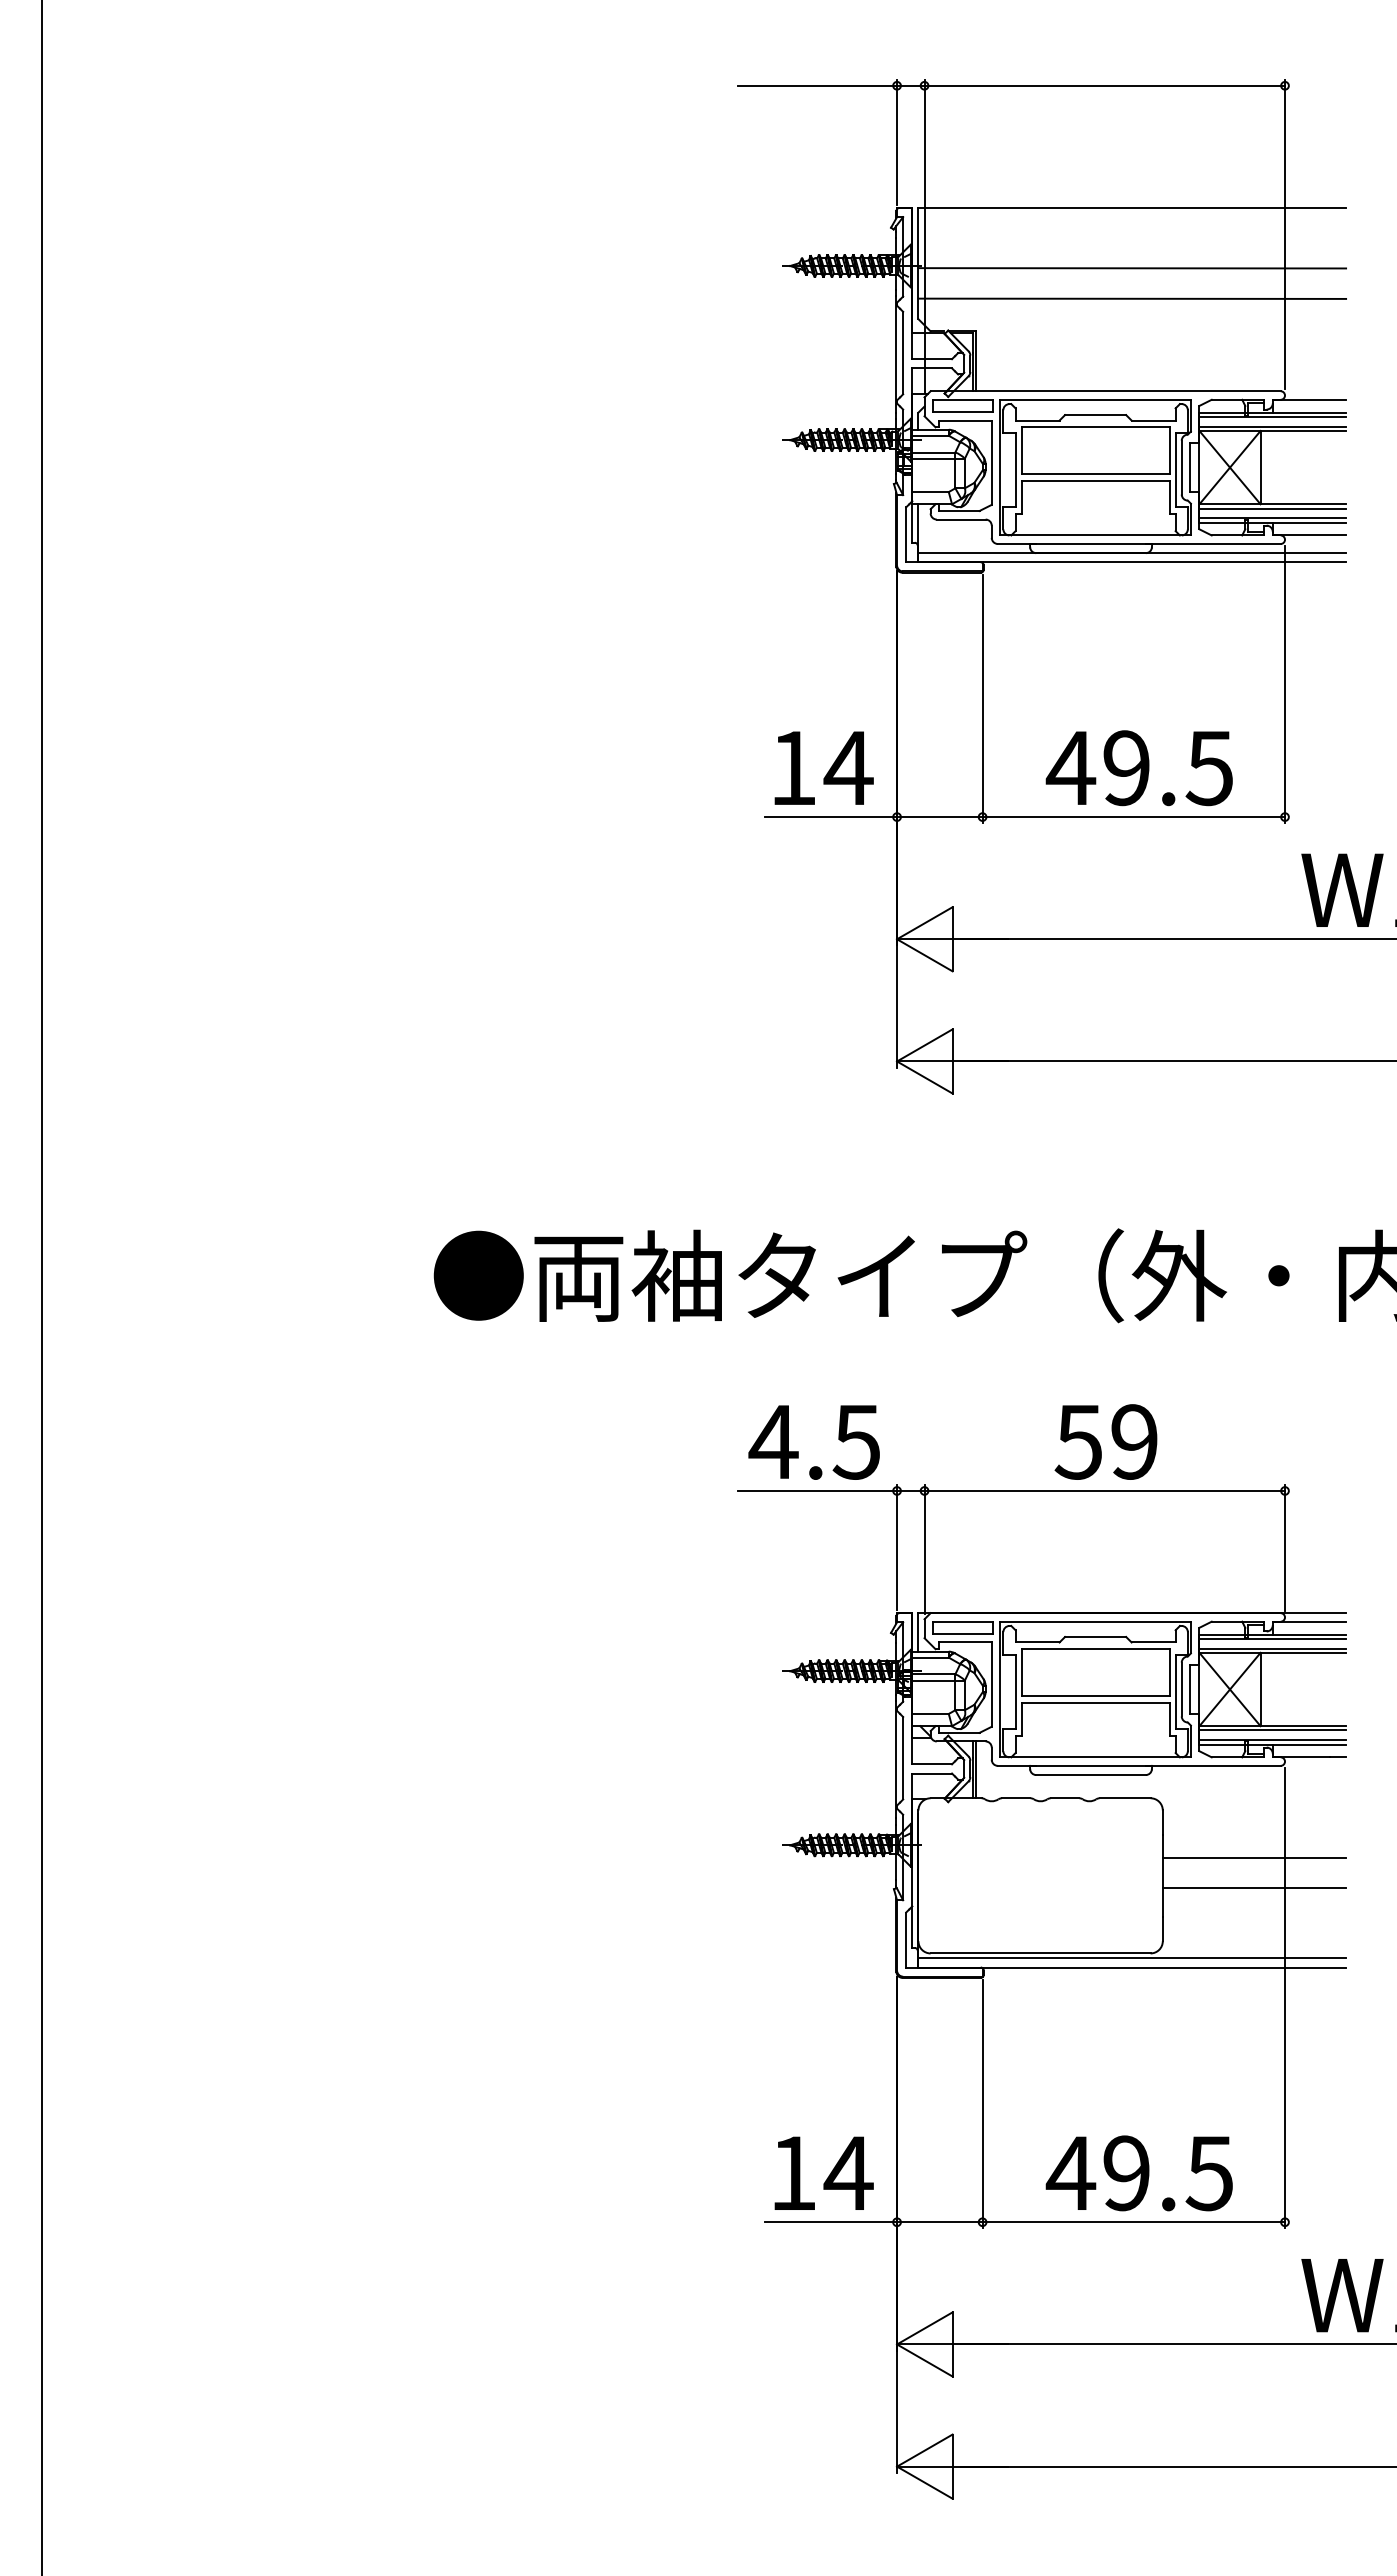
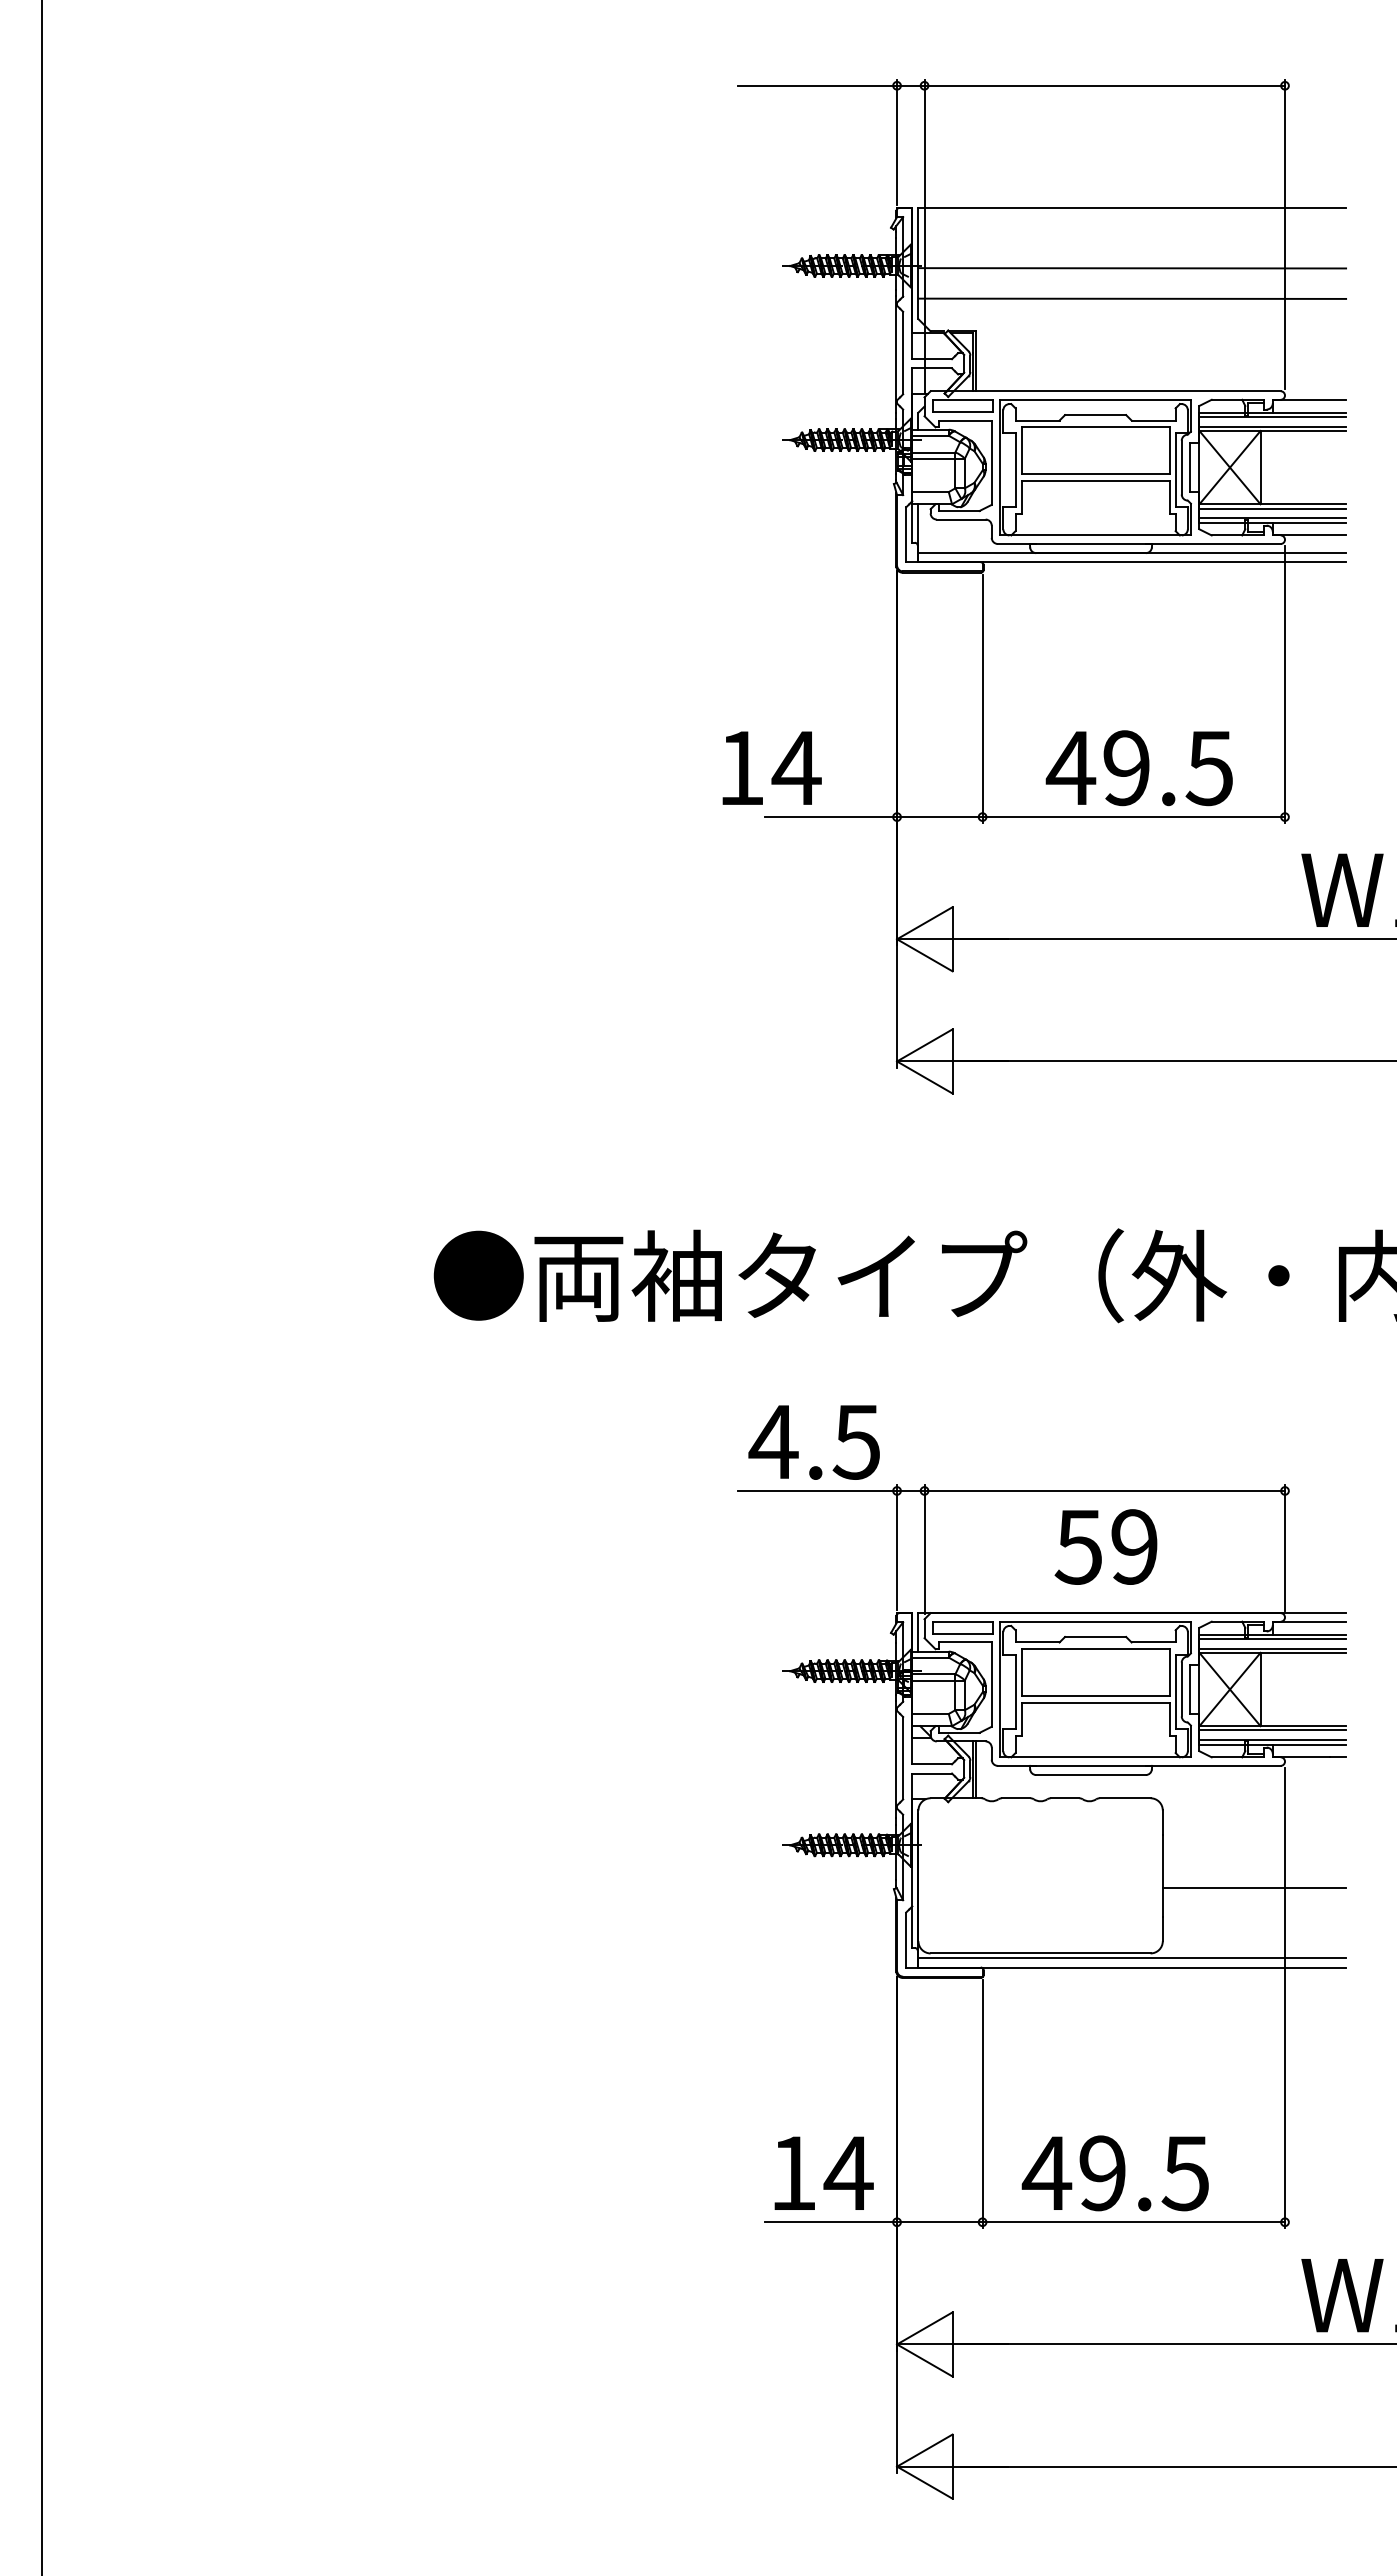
text at (823, 767) position: (823, 767) -> (771, 767)
text at (1105, 1441) position: (1105, 1441) -> (1105, 1546)
line at (1254, 1857): present -> none
text at (1138, 2173) position: (1138, 2173) -> (1114, 2173)
